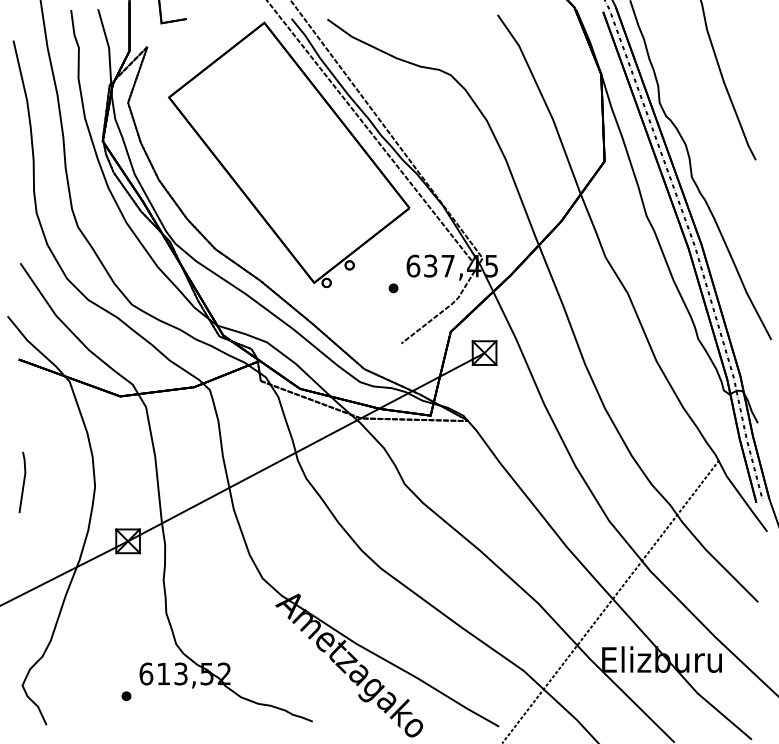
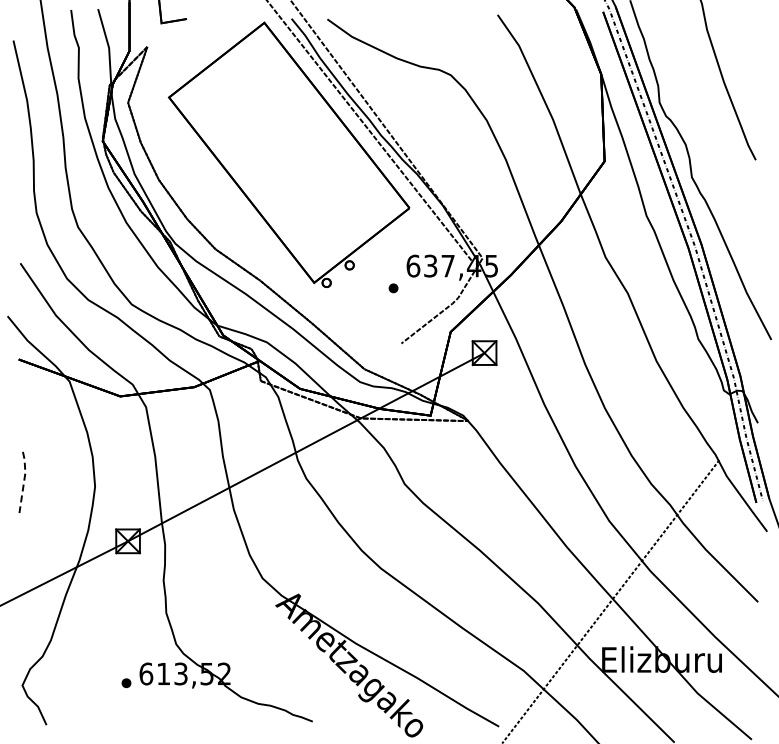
line at (24, 481): solid -> dashed
part at (126, 696) position: (126, 696) -> (126, 683)
